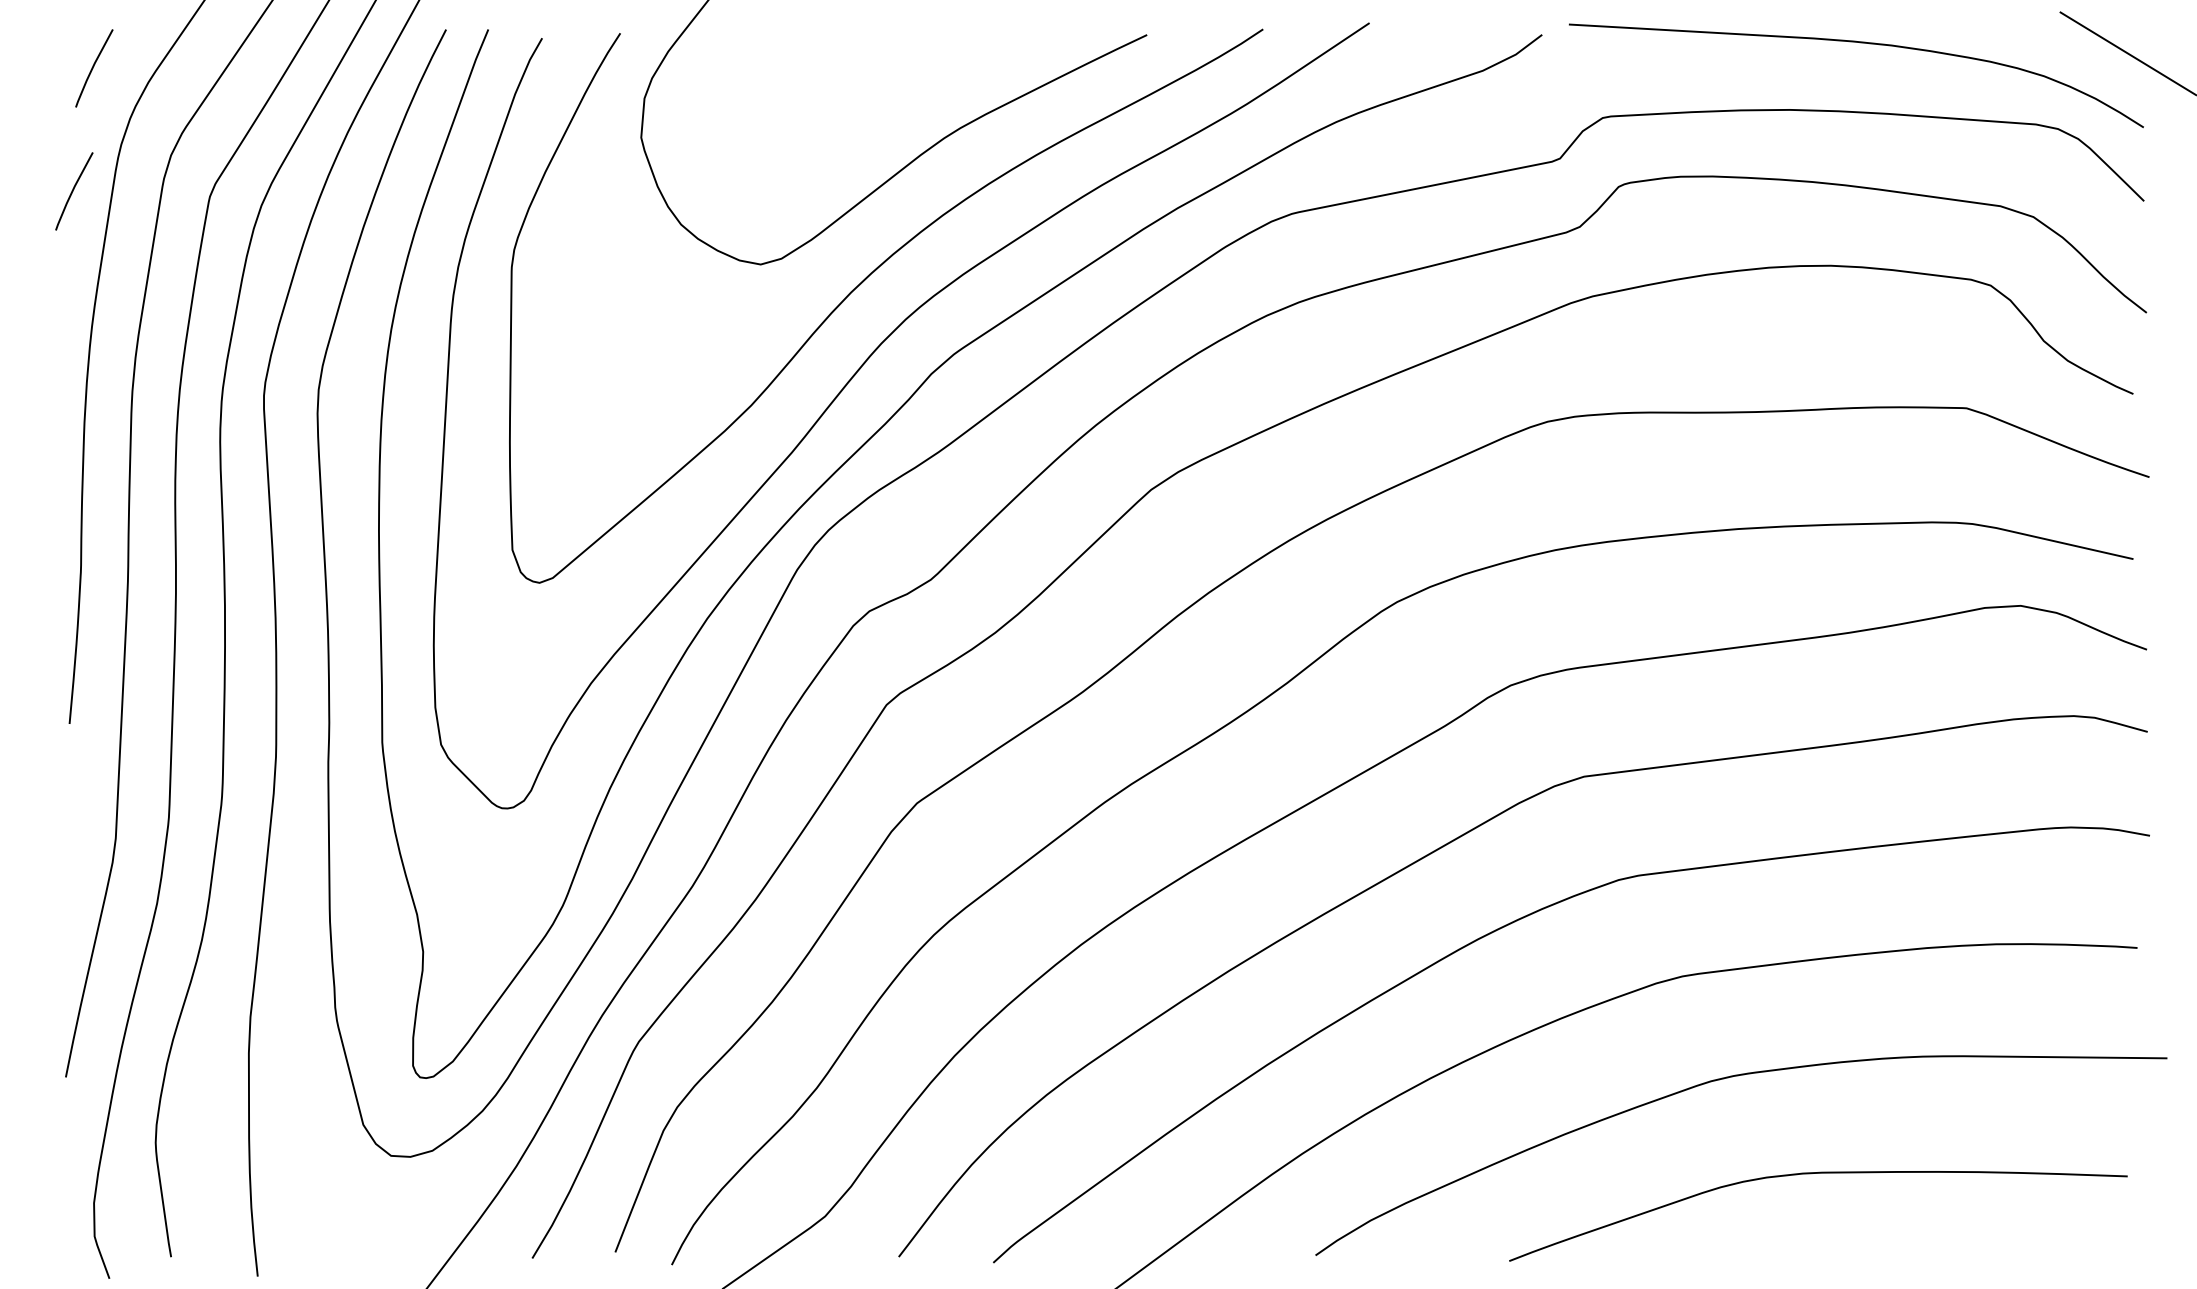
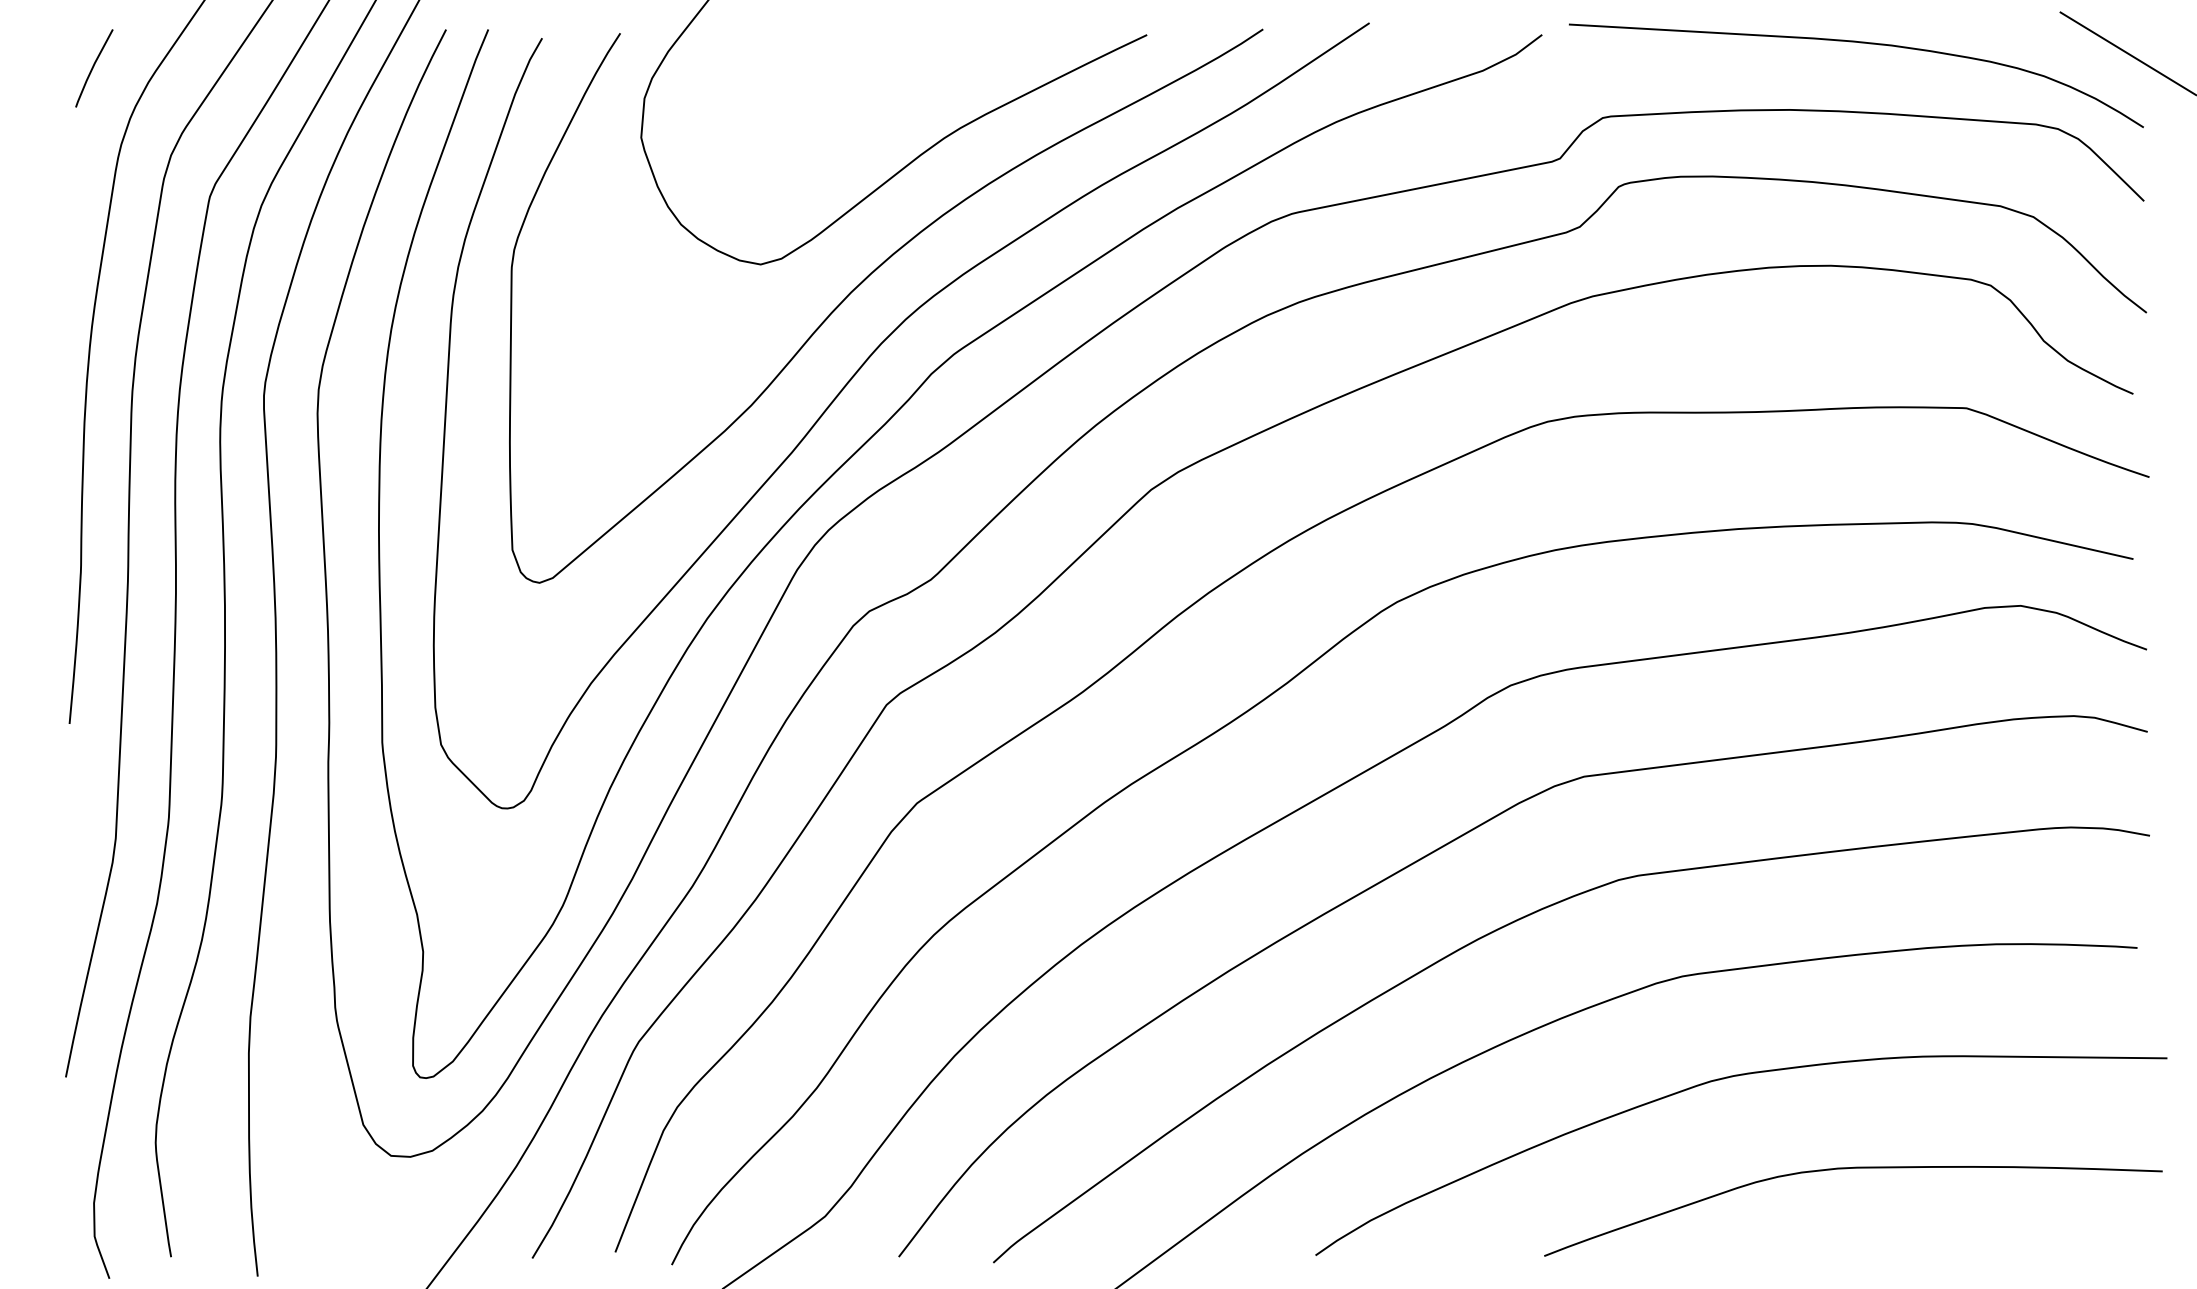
line at (73, 191): present -> none
curve at (1811, 1174) position: (1811, 1174) -> (1846, 1169)
